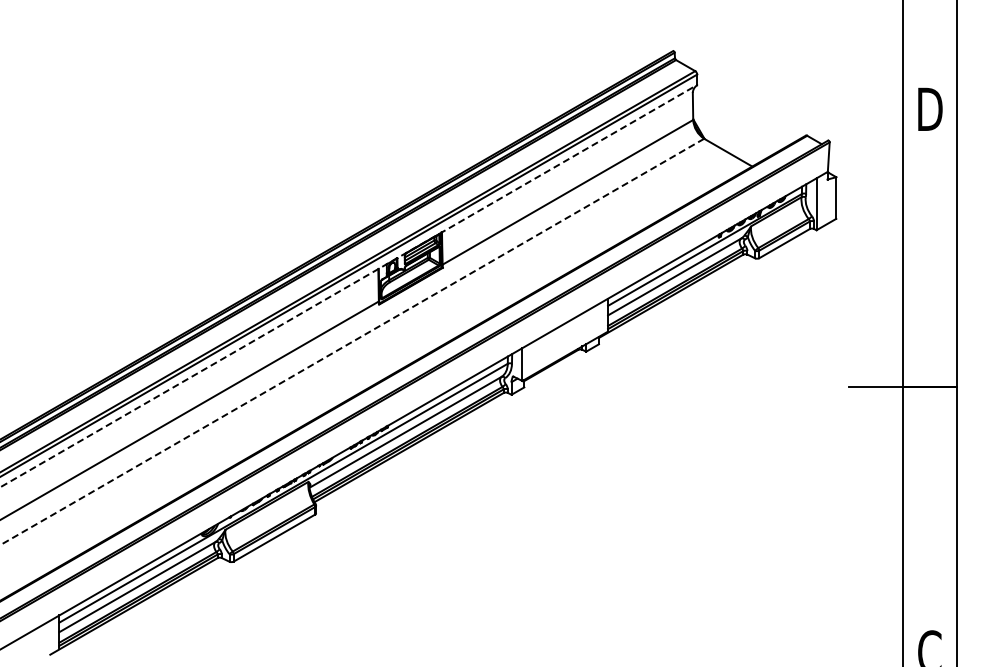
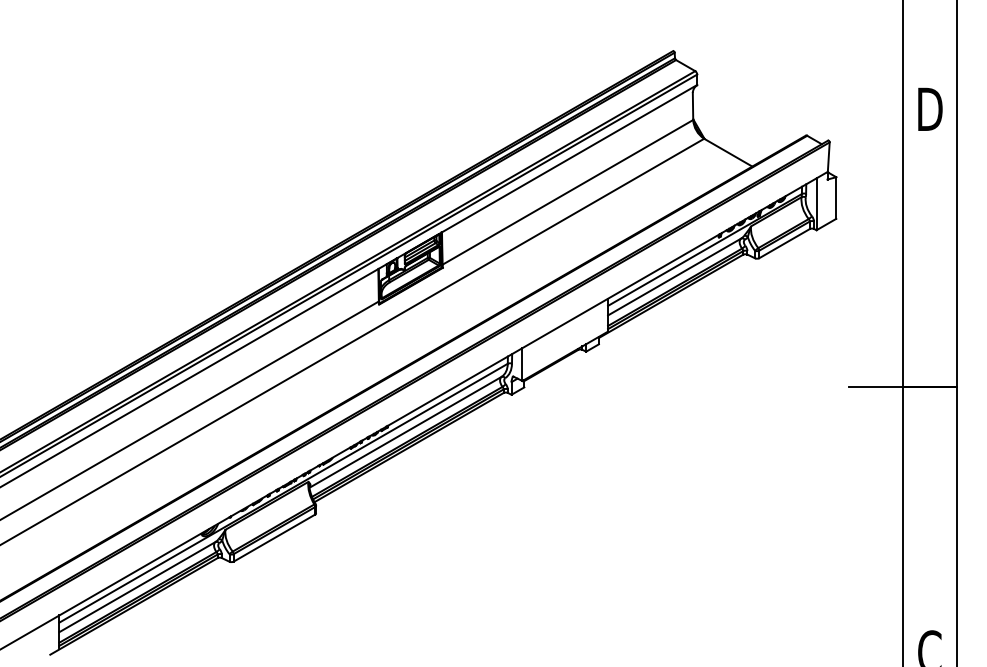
line at (349, 285): dashed -> solid
line at (351, 342): dashed -> solid
